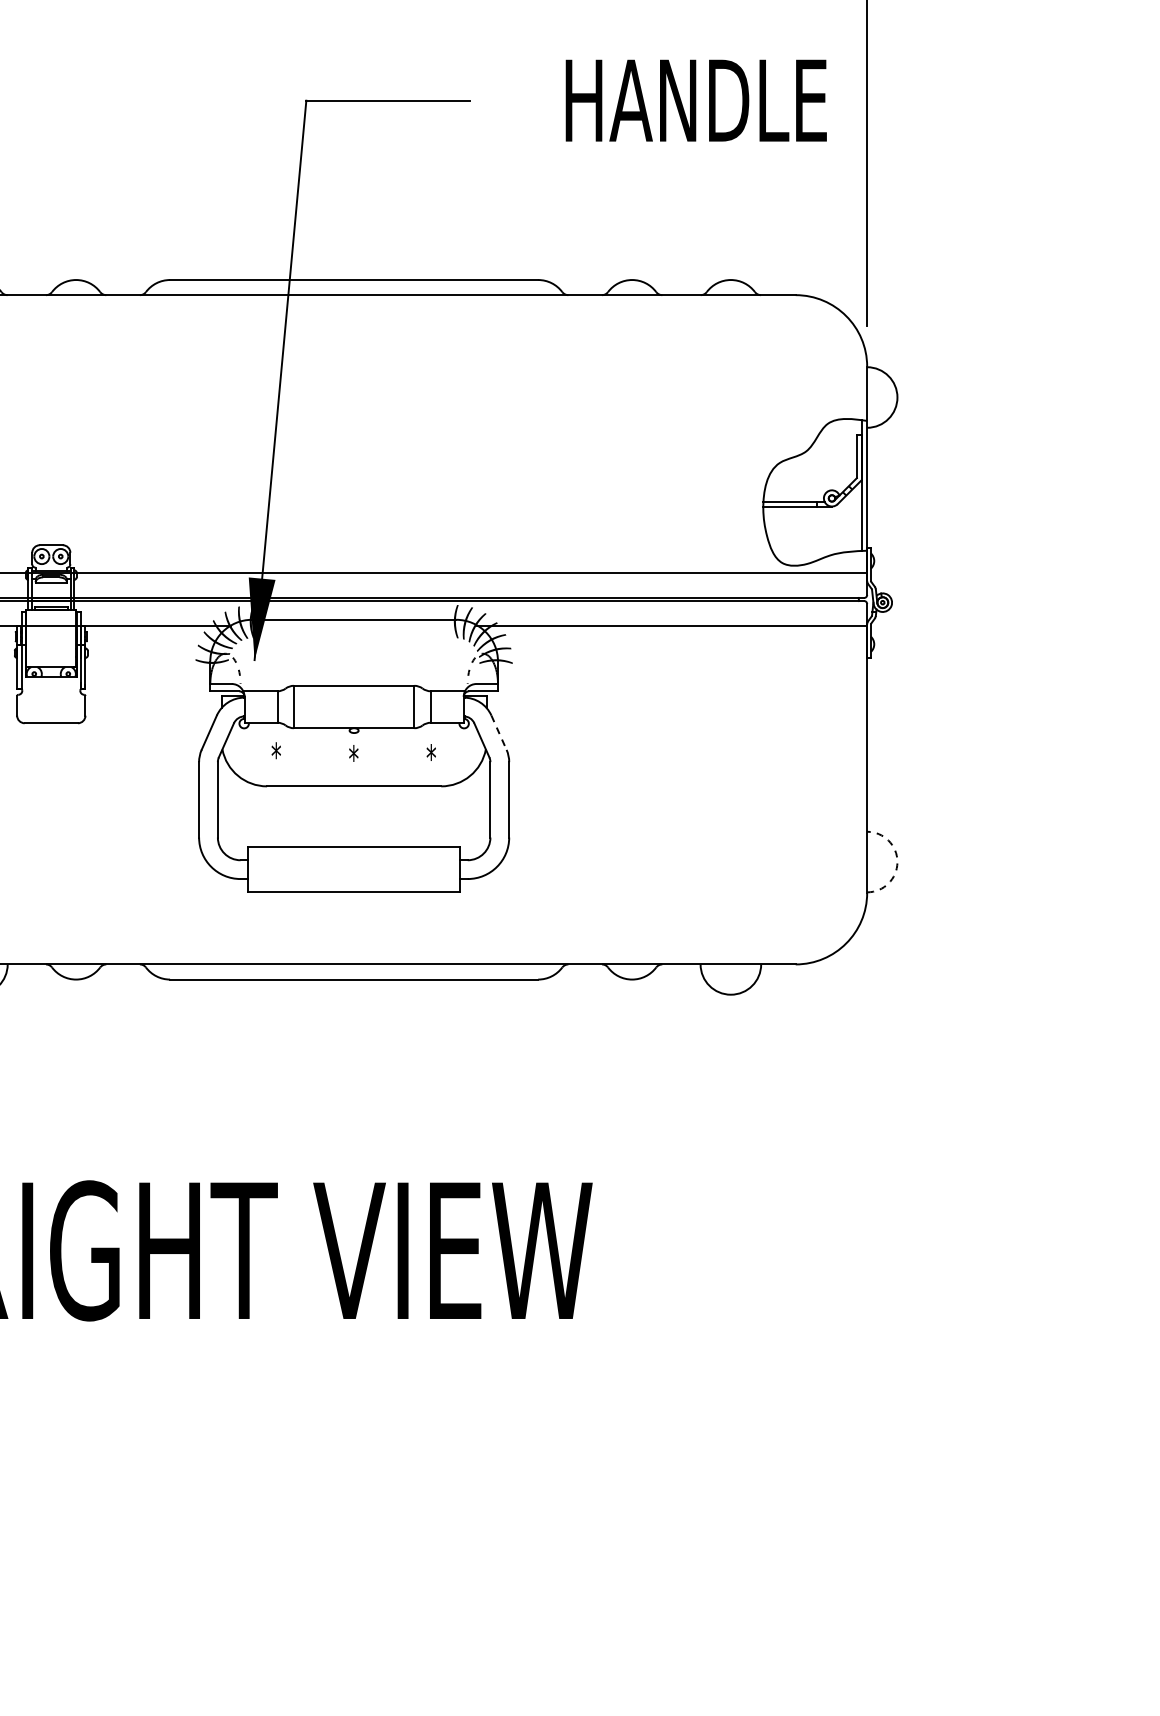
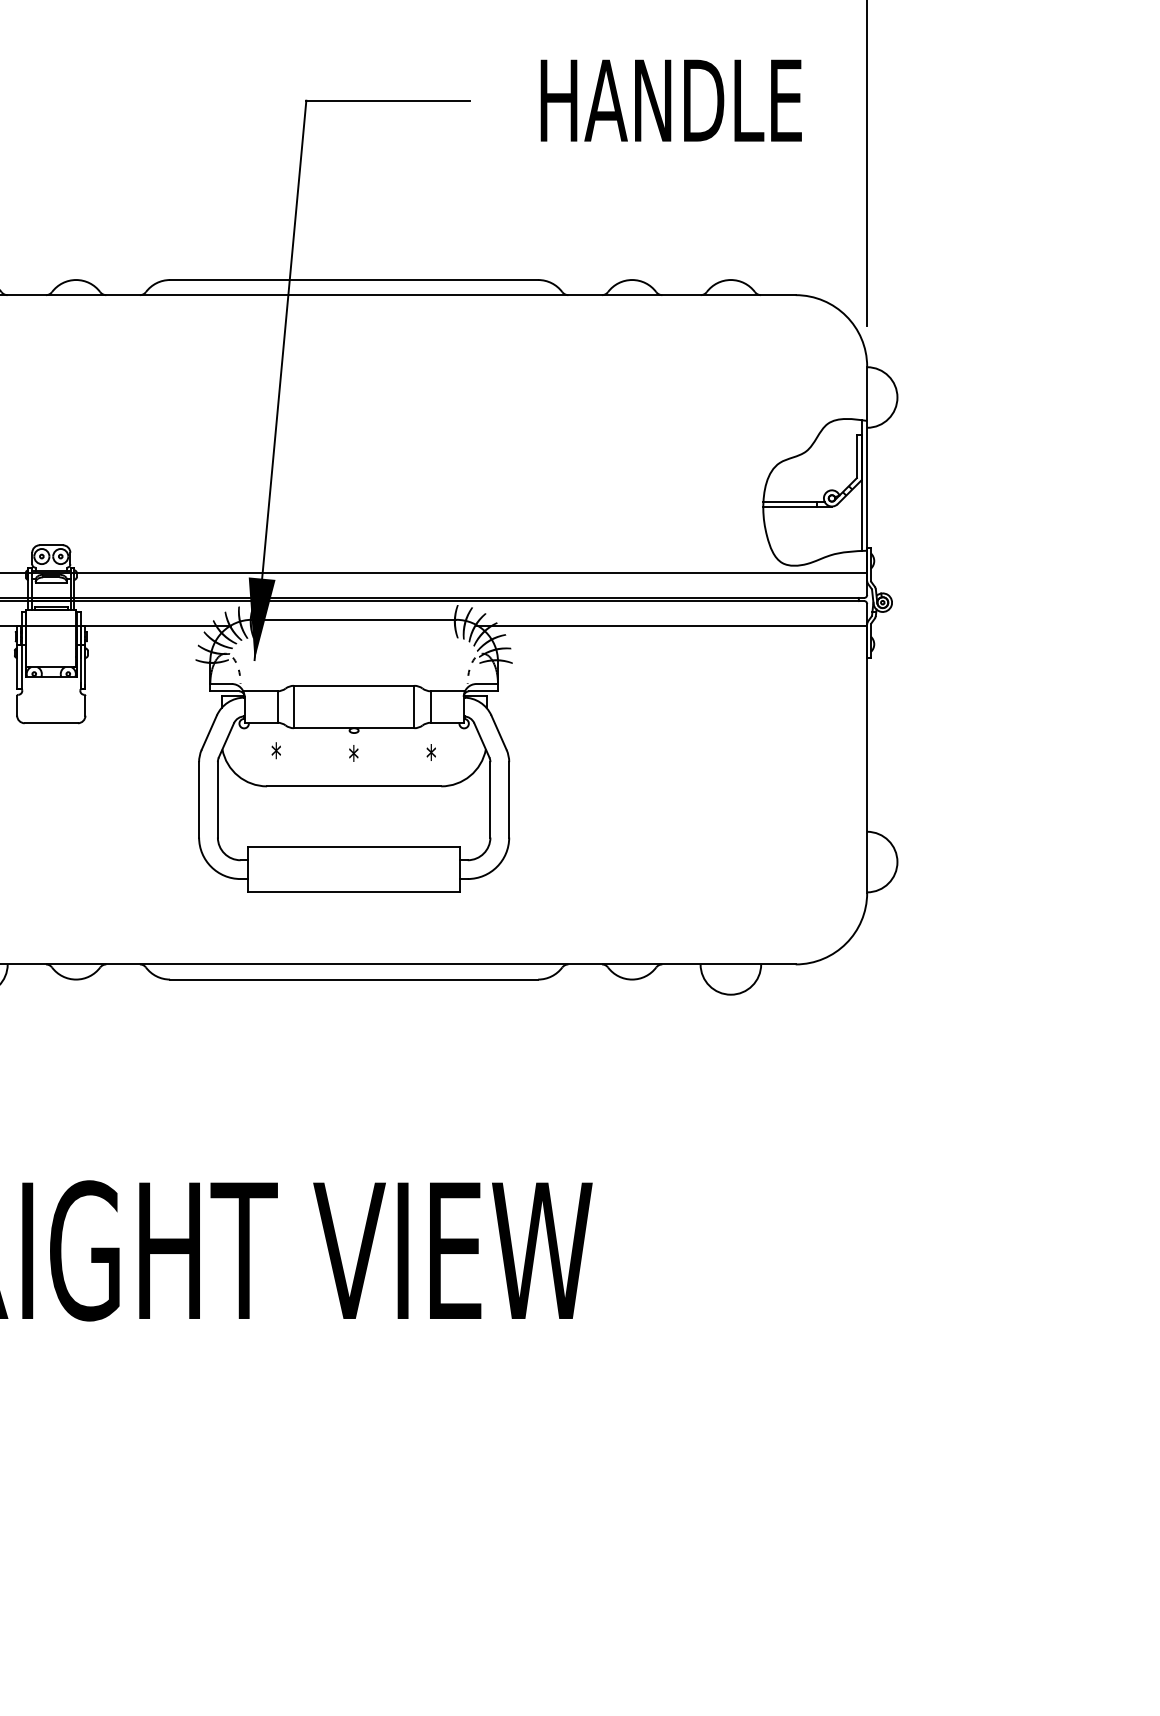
text at (695, 100) position: (695, 100) -> (670, 100)
line at (499, 732): dashed -> solid
arc at (897, 862): dashed -> solid
